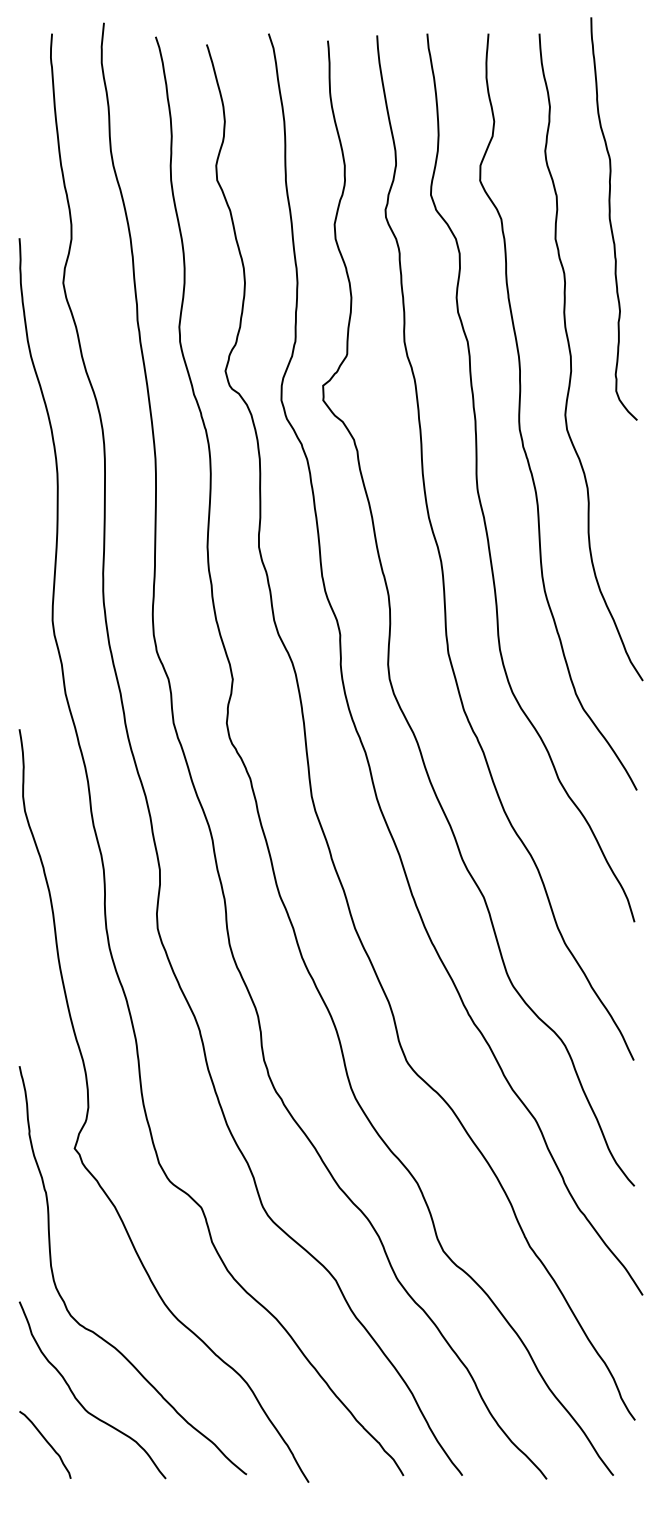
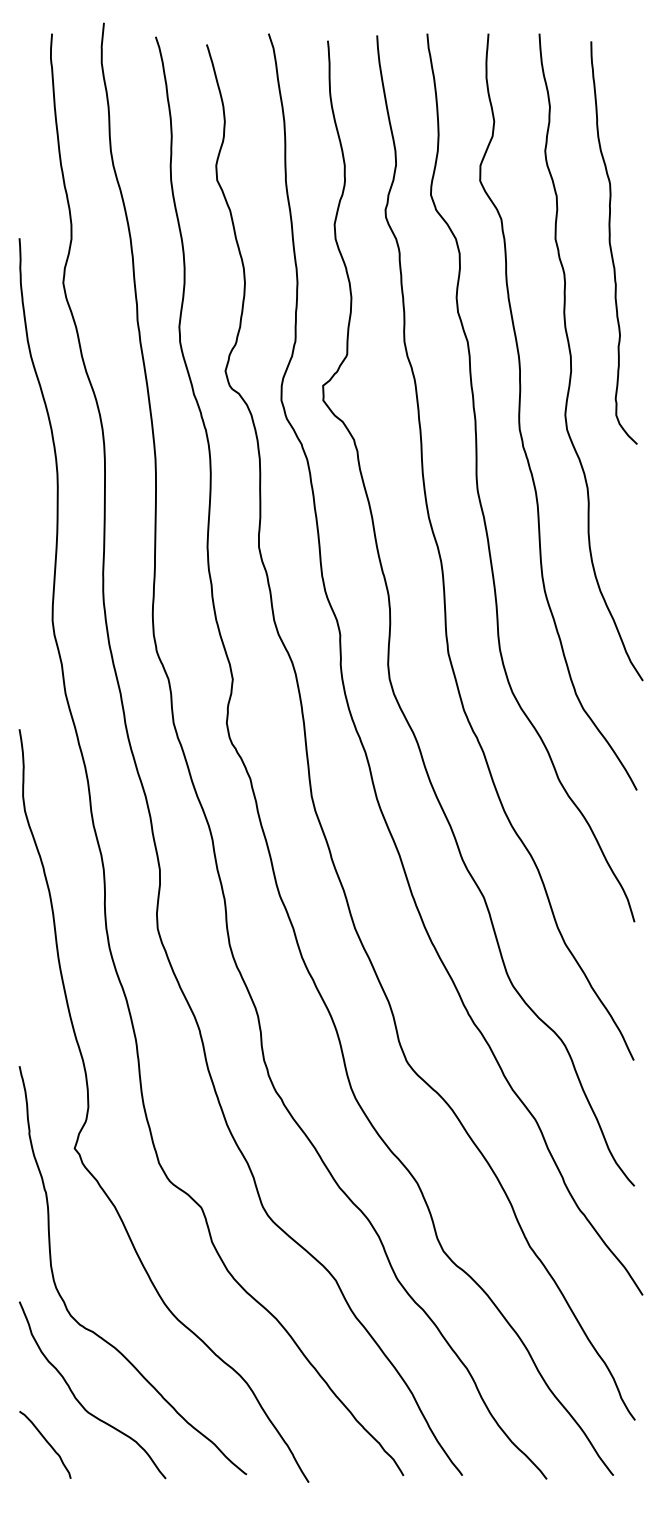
curve at (610, 218) position: (610, 218) -> (610, 242)
